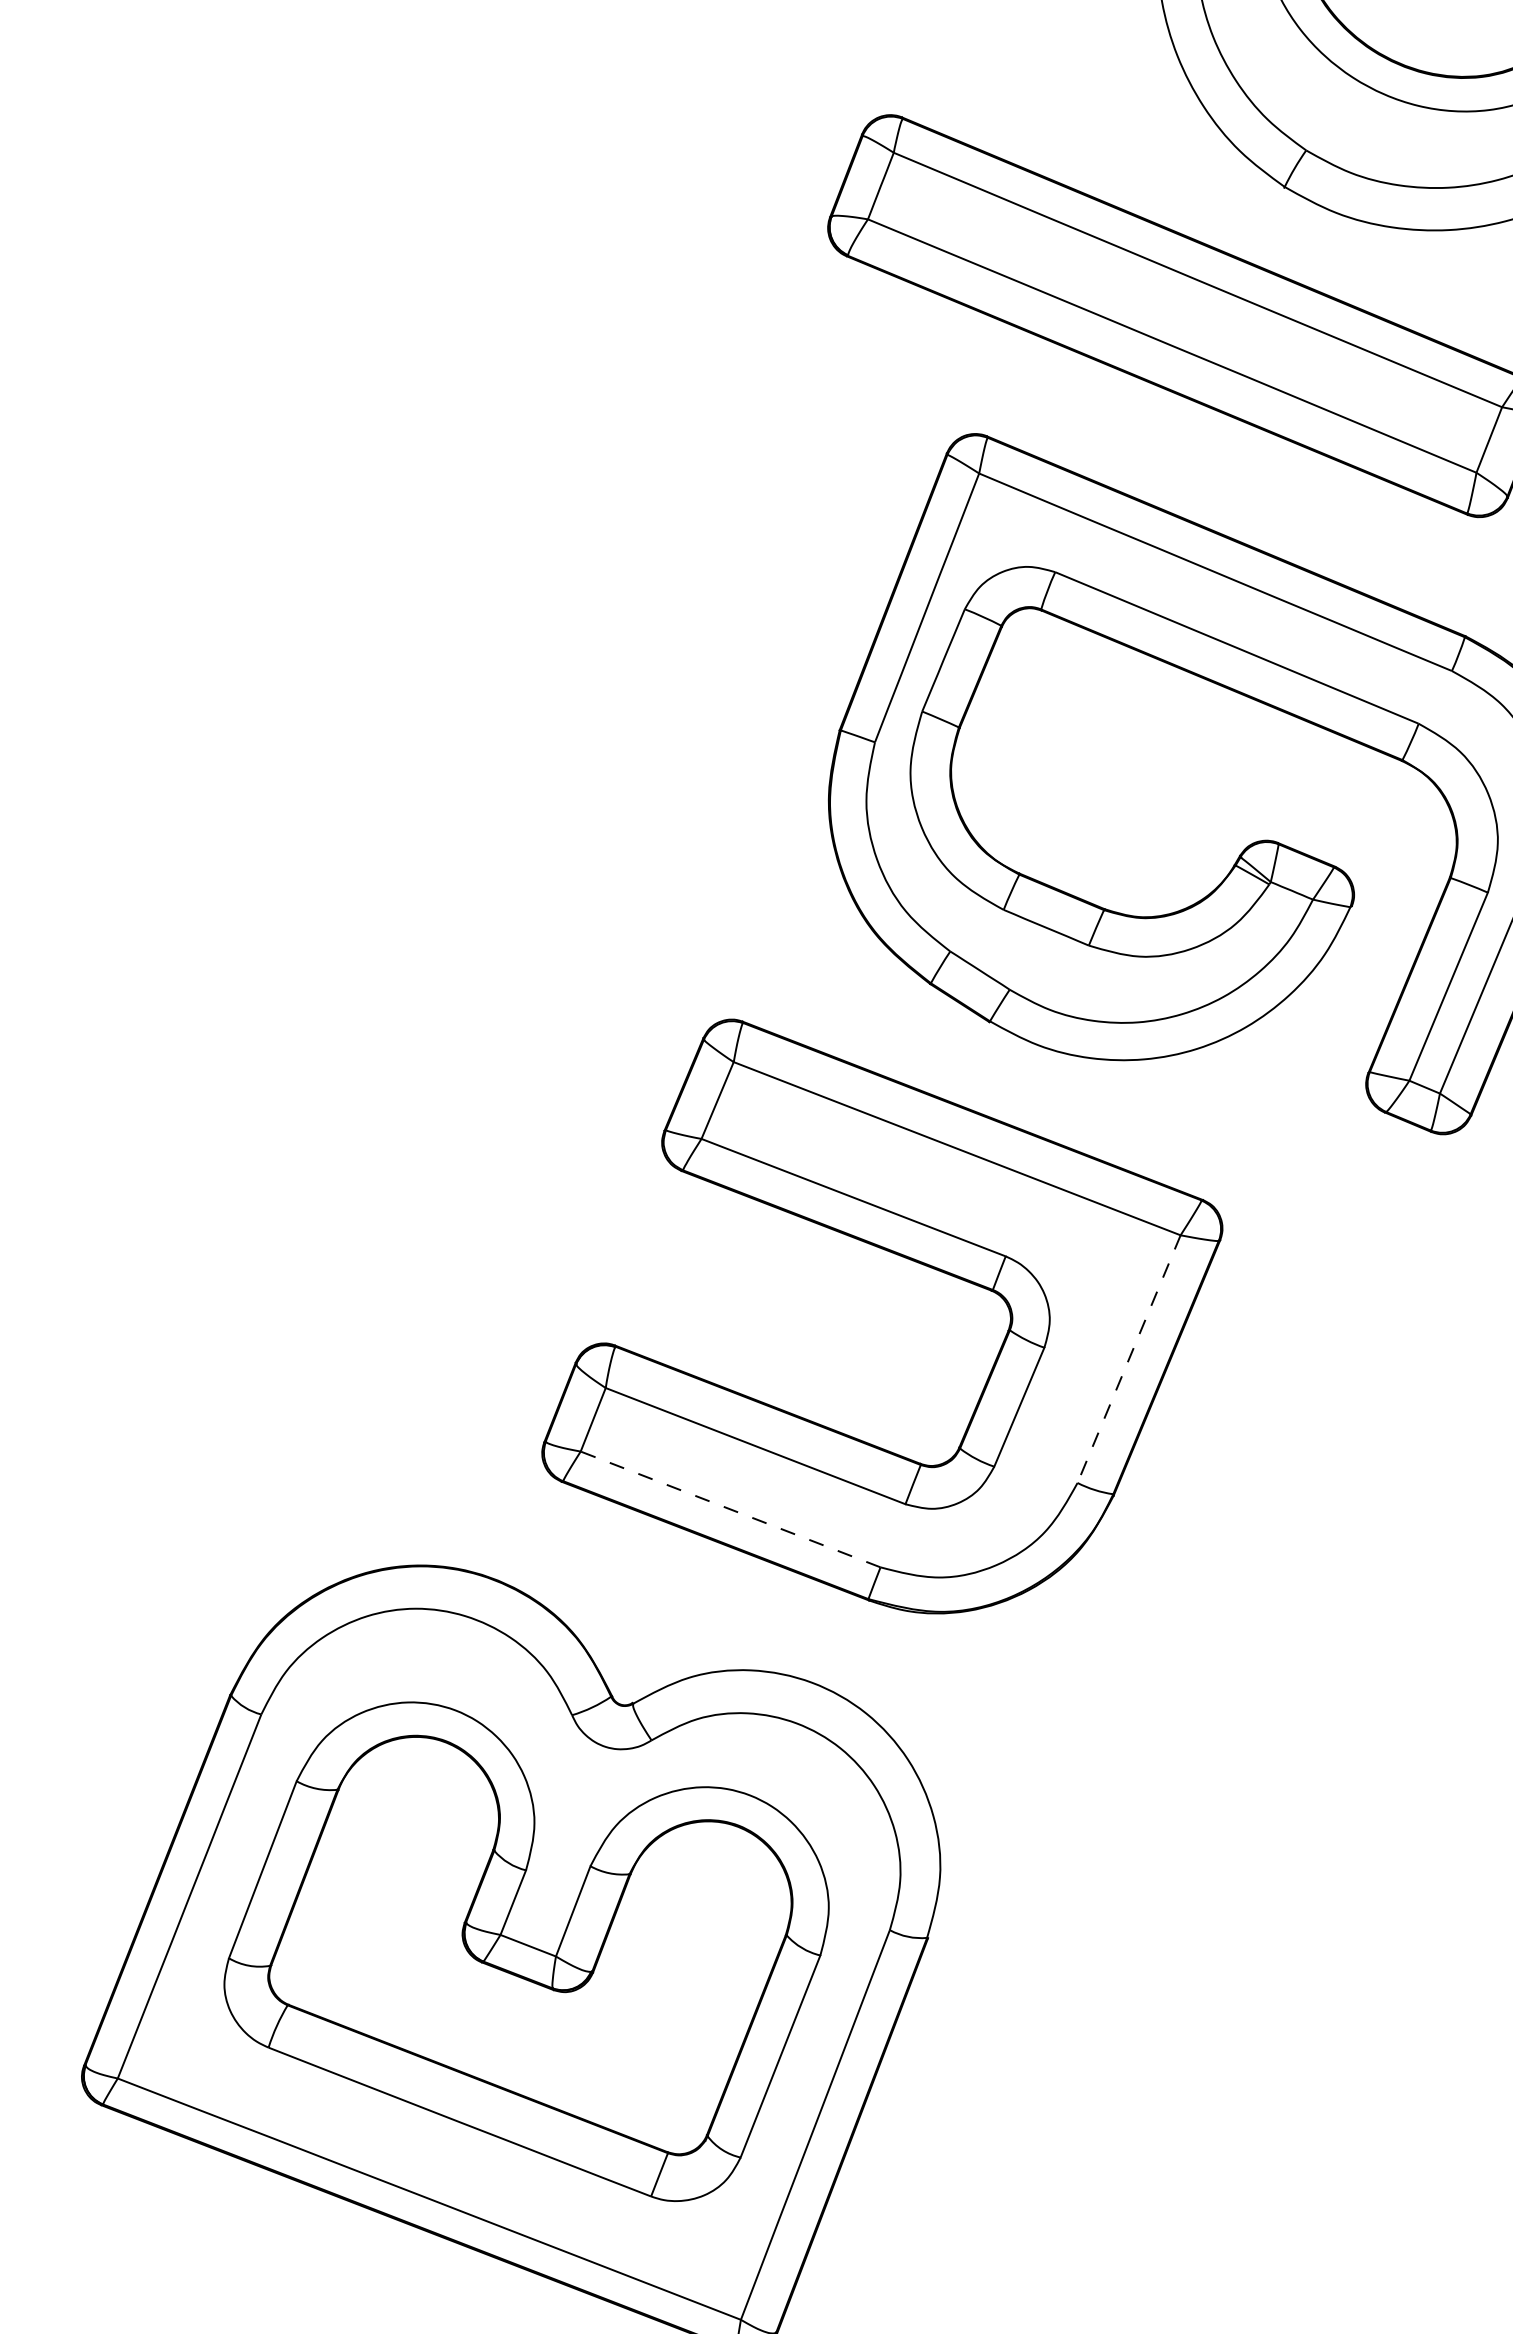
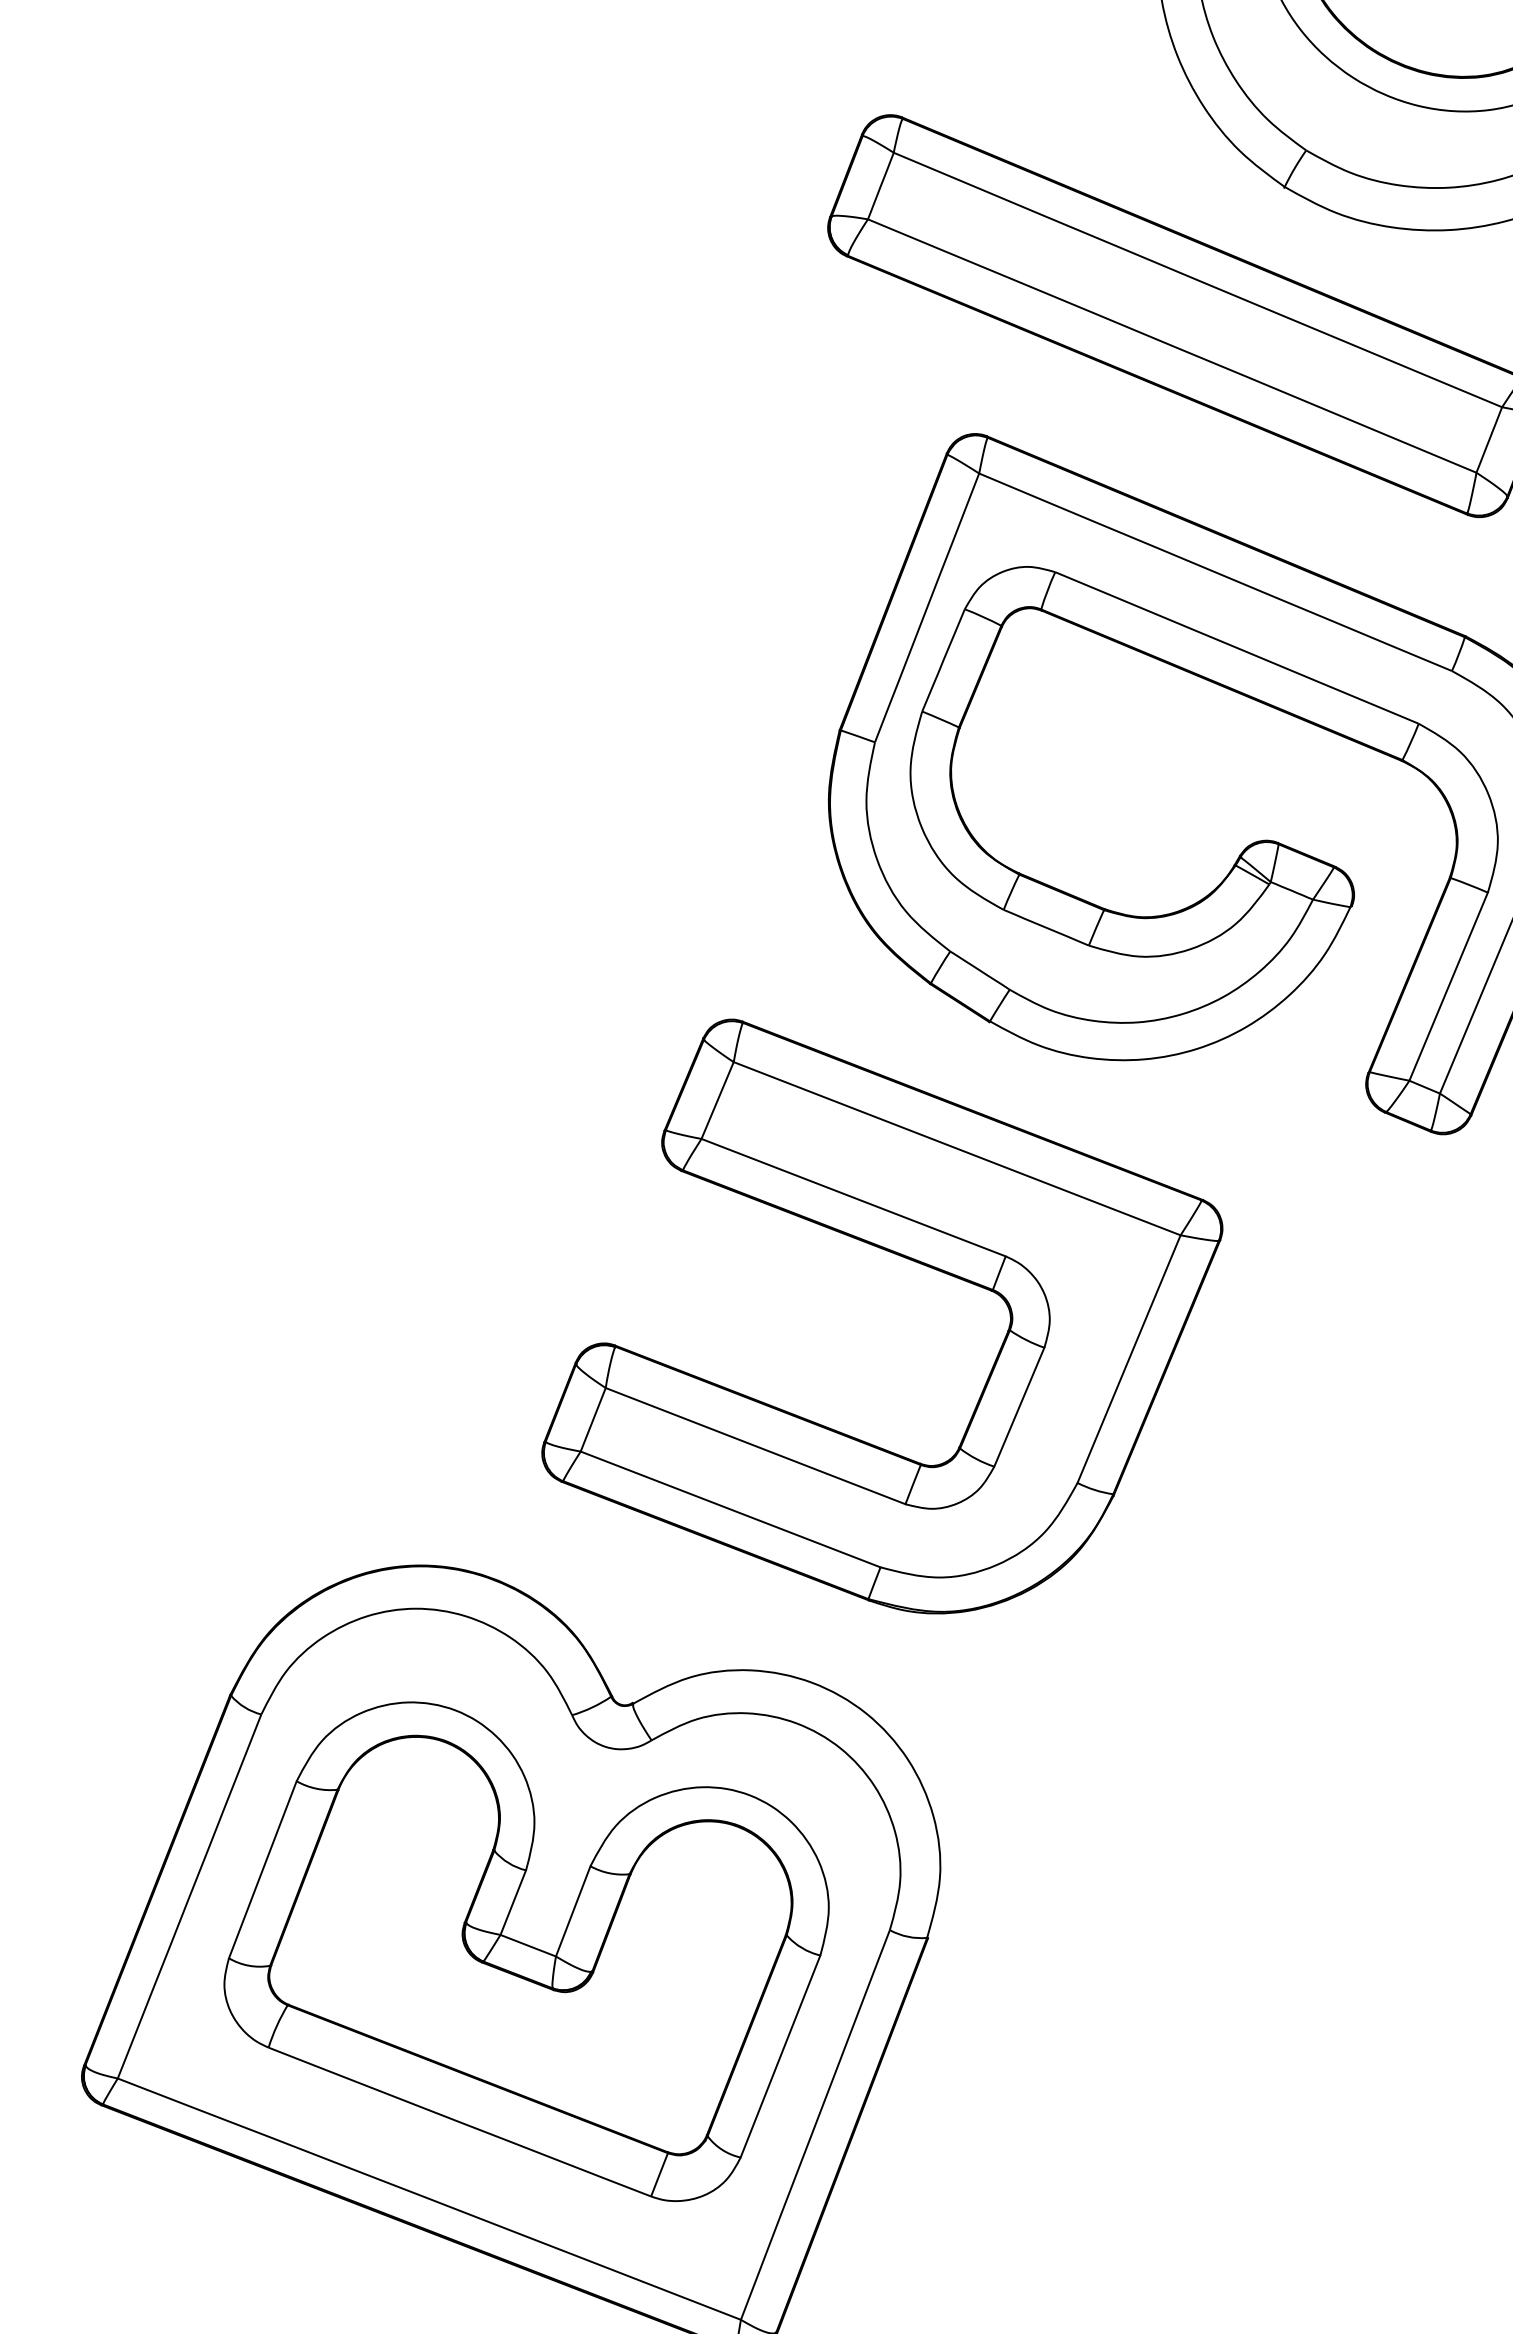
line at (1128, 1359): dashed -> solid
line at (730, 1509): dashed -> solid
